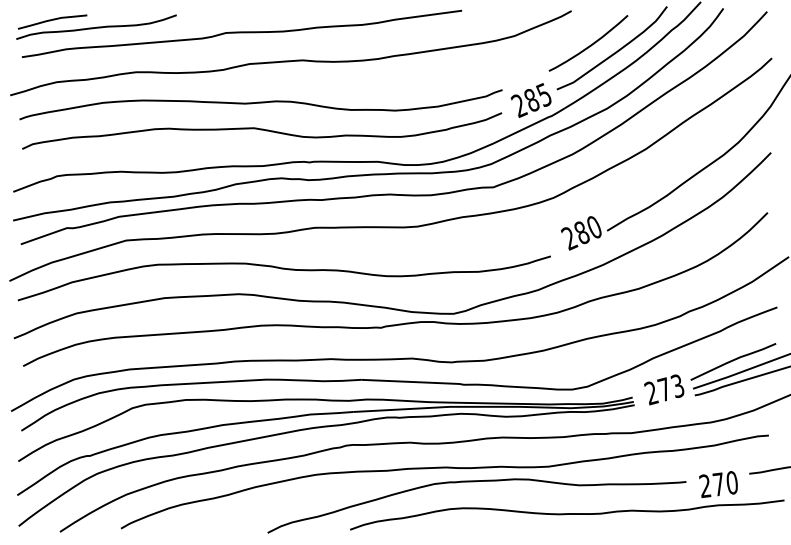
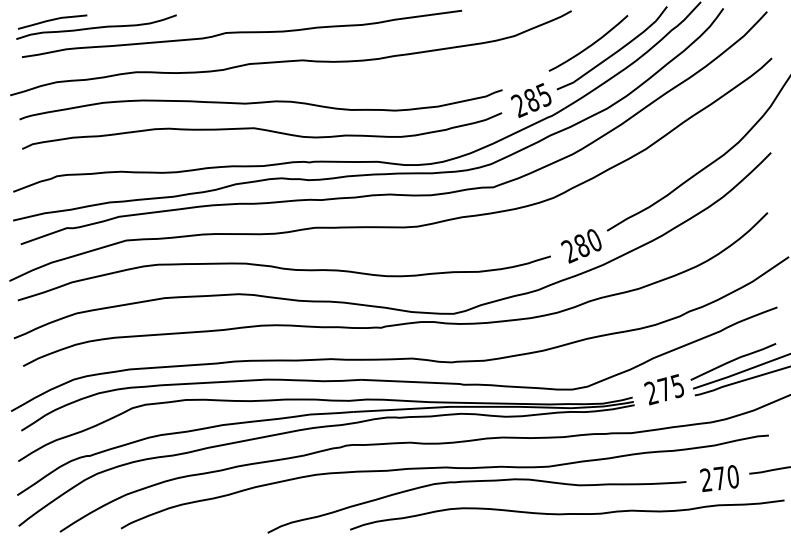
text at (581, 233) position: (581, 233) -> (581, 246)
text at (677, 385): 273 -> 275
text at (718, 484) position: (718, 484) -> (719, 478)
